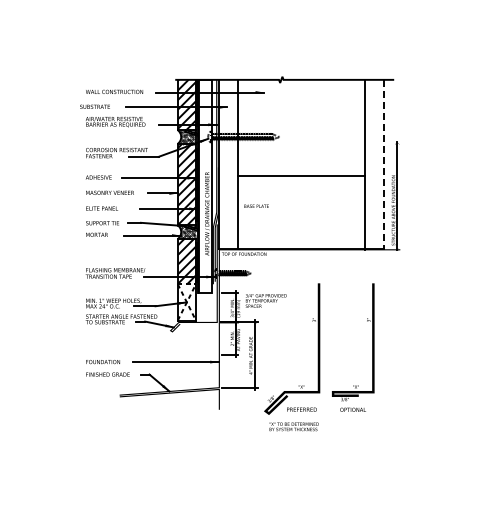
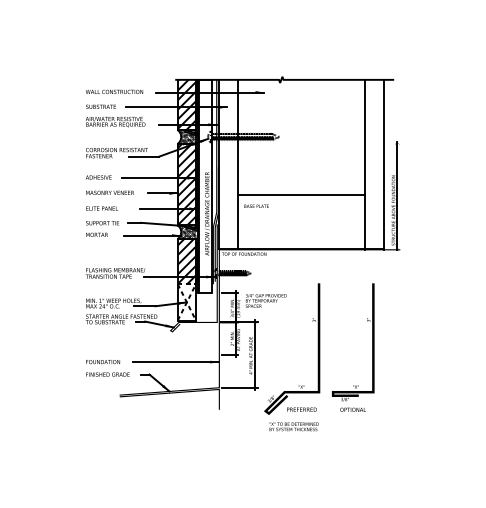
text at (94, 106) position: (94, 106) -> (100, 106)
line at (384, 164): dashed -> solid
line at (300, 175) position: (300, 175) -> (300, 194)
